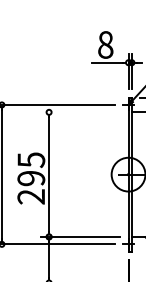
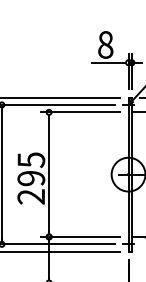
line at (61, 97): none -> present
line at (80, 112): none -> present
line at (61, 251): none -> present
